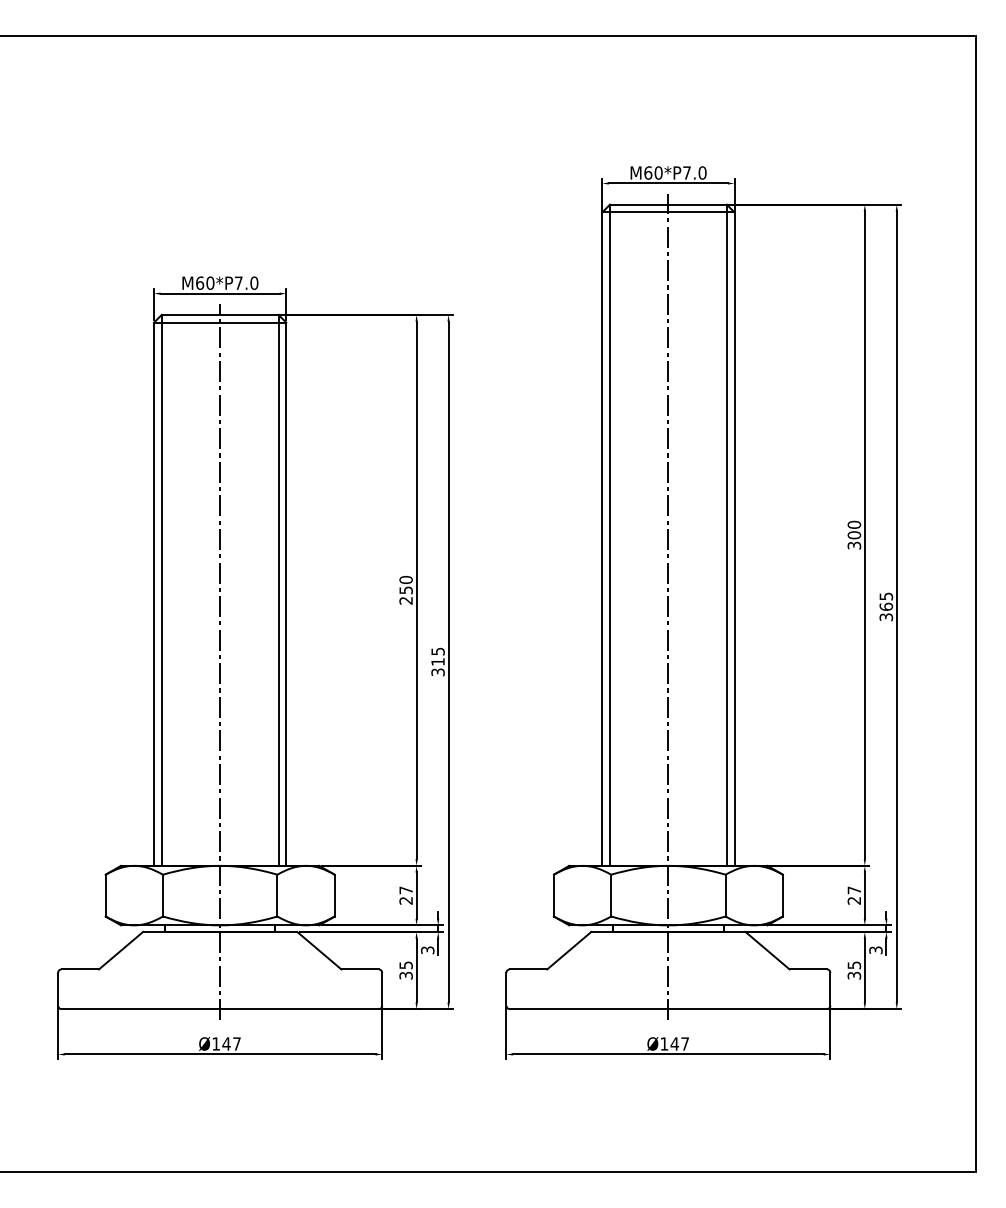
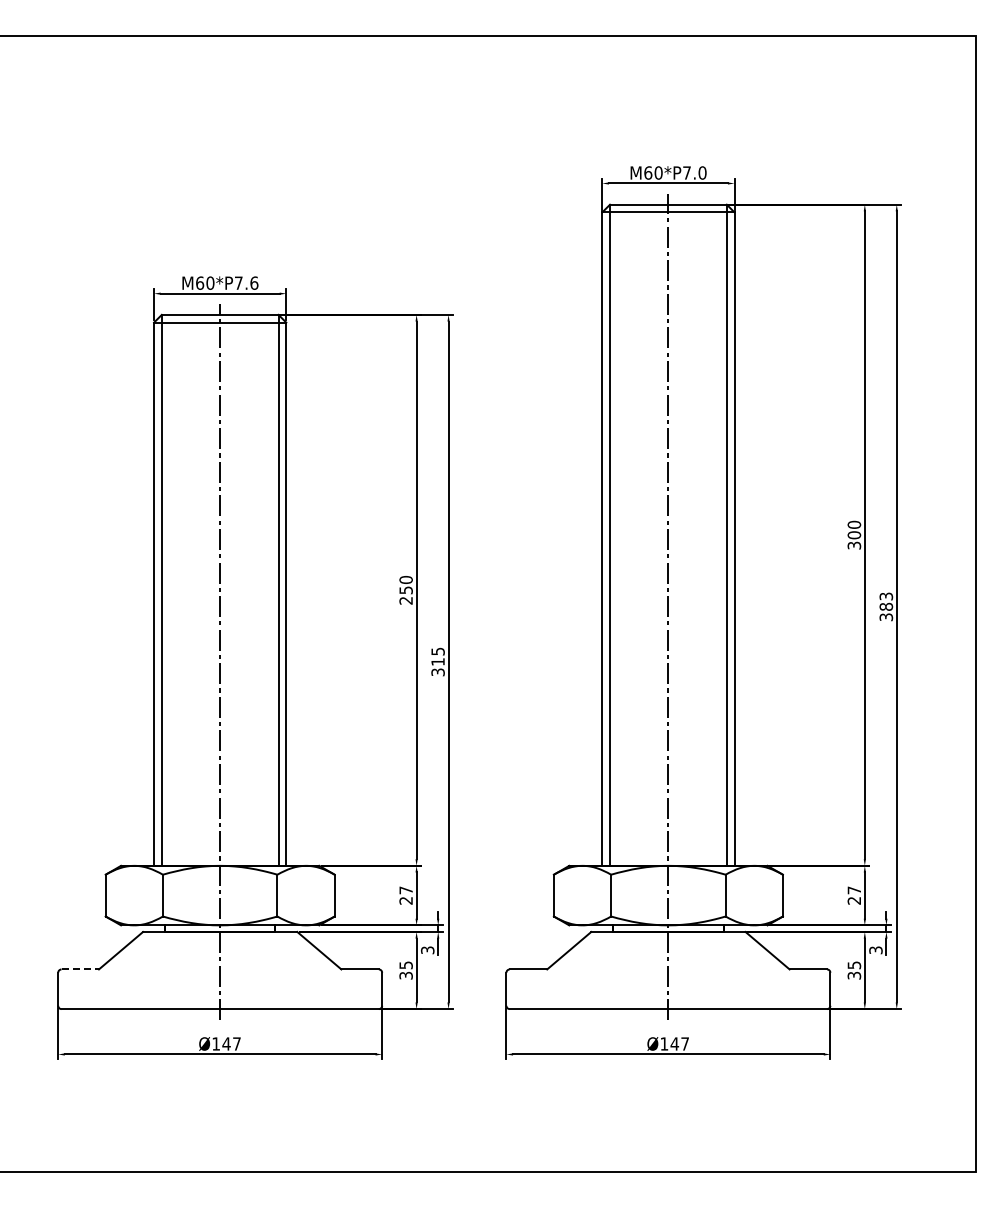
text at (254, 282): M60*P7.0 -> M60*P7.6
text at (885, 601): 365 -> 383
line at (80, 969): solid -> dashed
